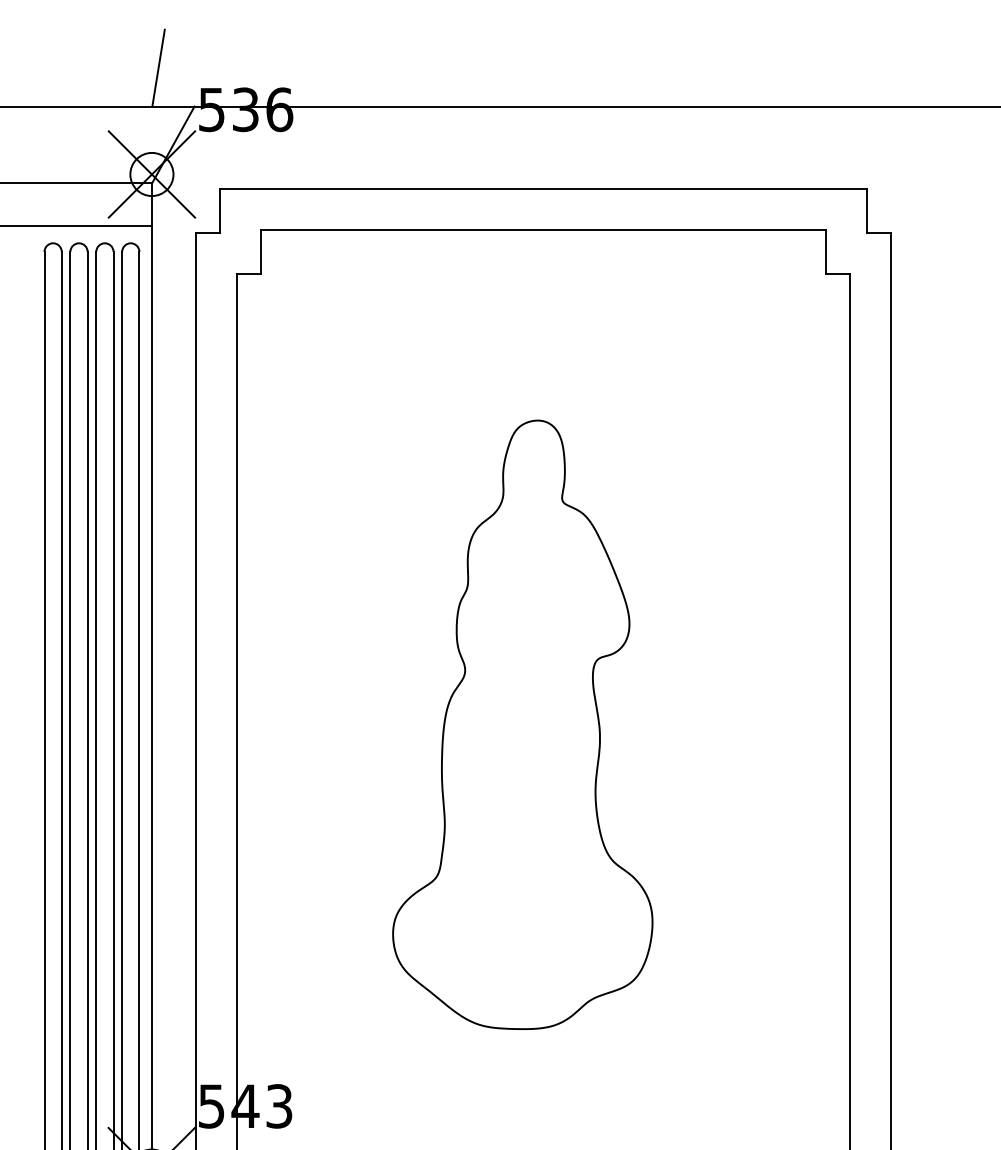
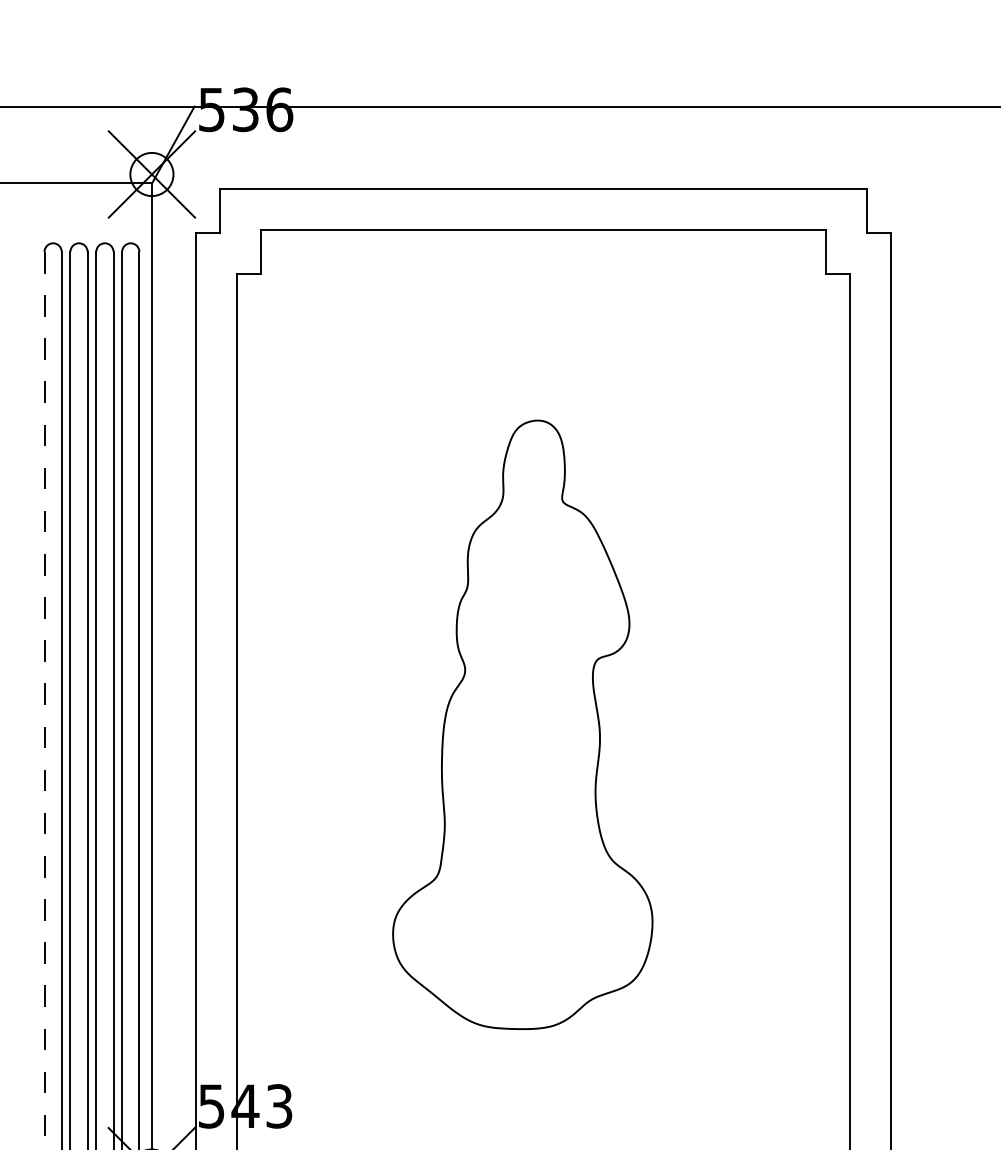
line at (158, 67): present -> none
line at (77, 226): present -> none
line at (44, 700): solid -> dashed
